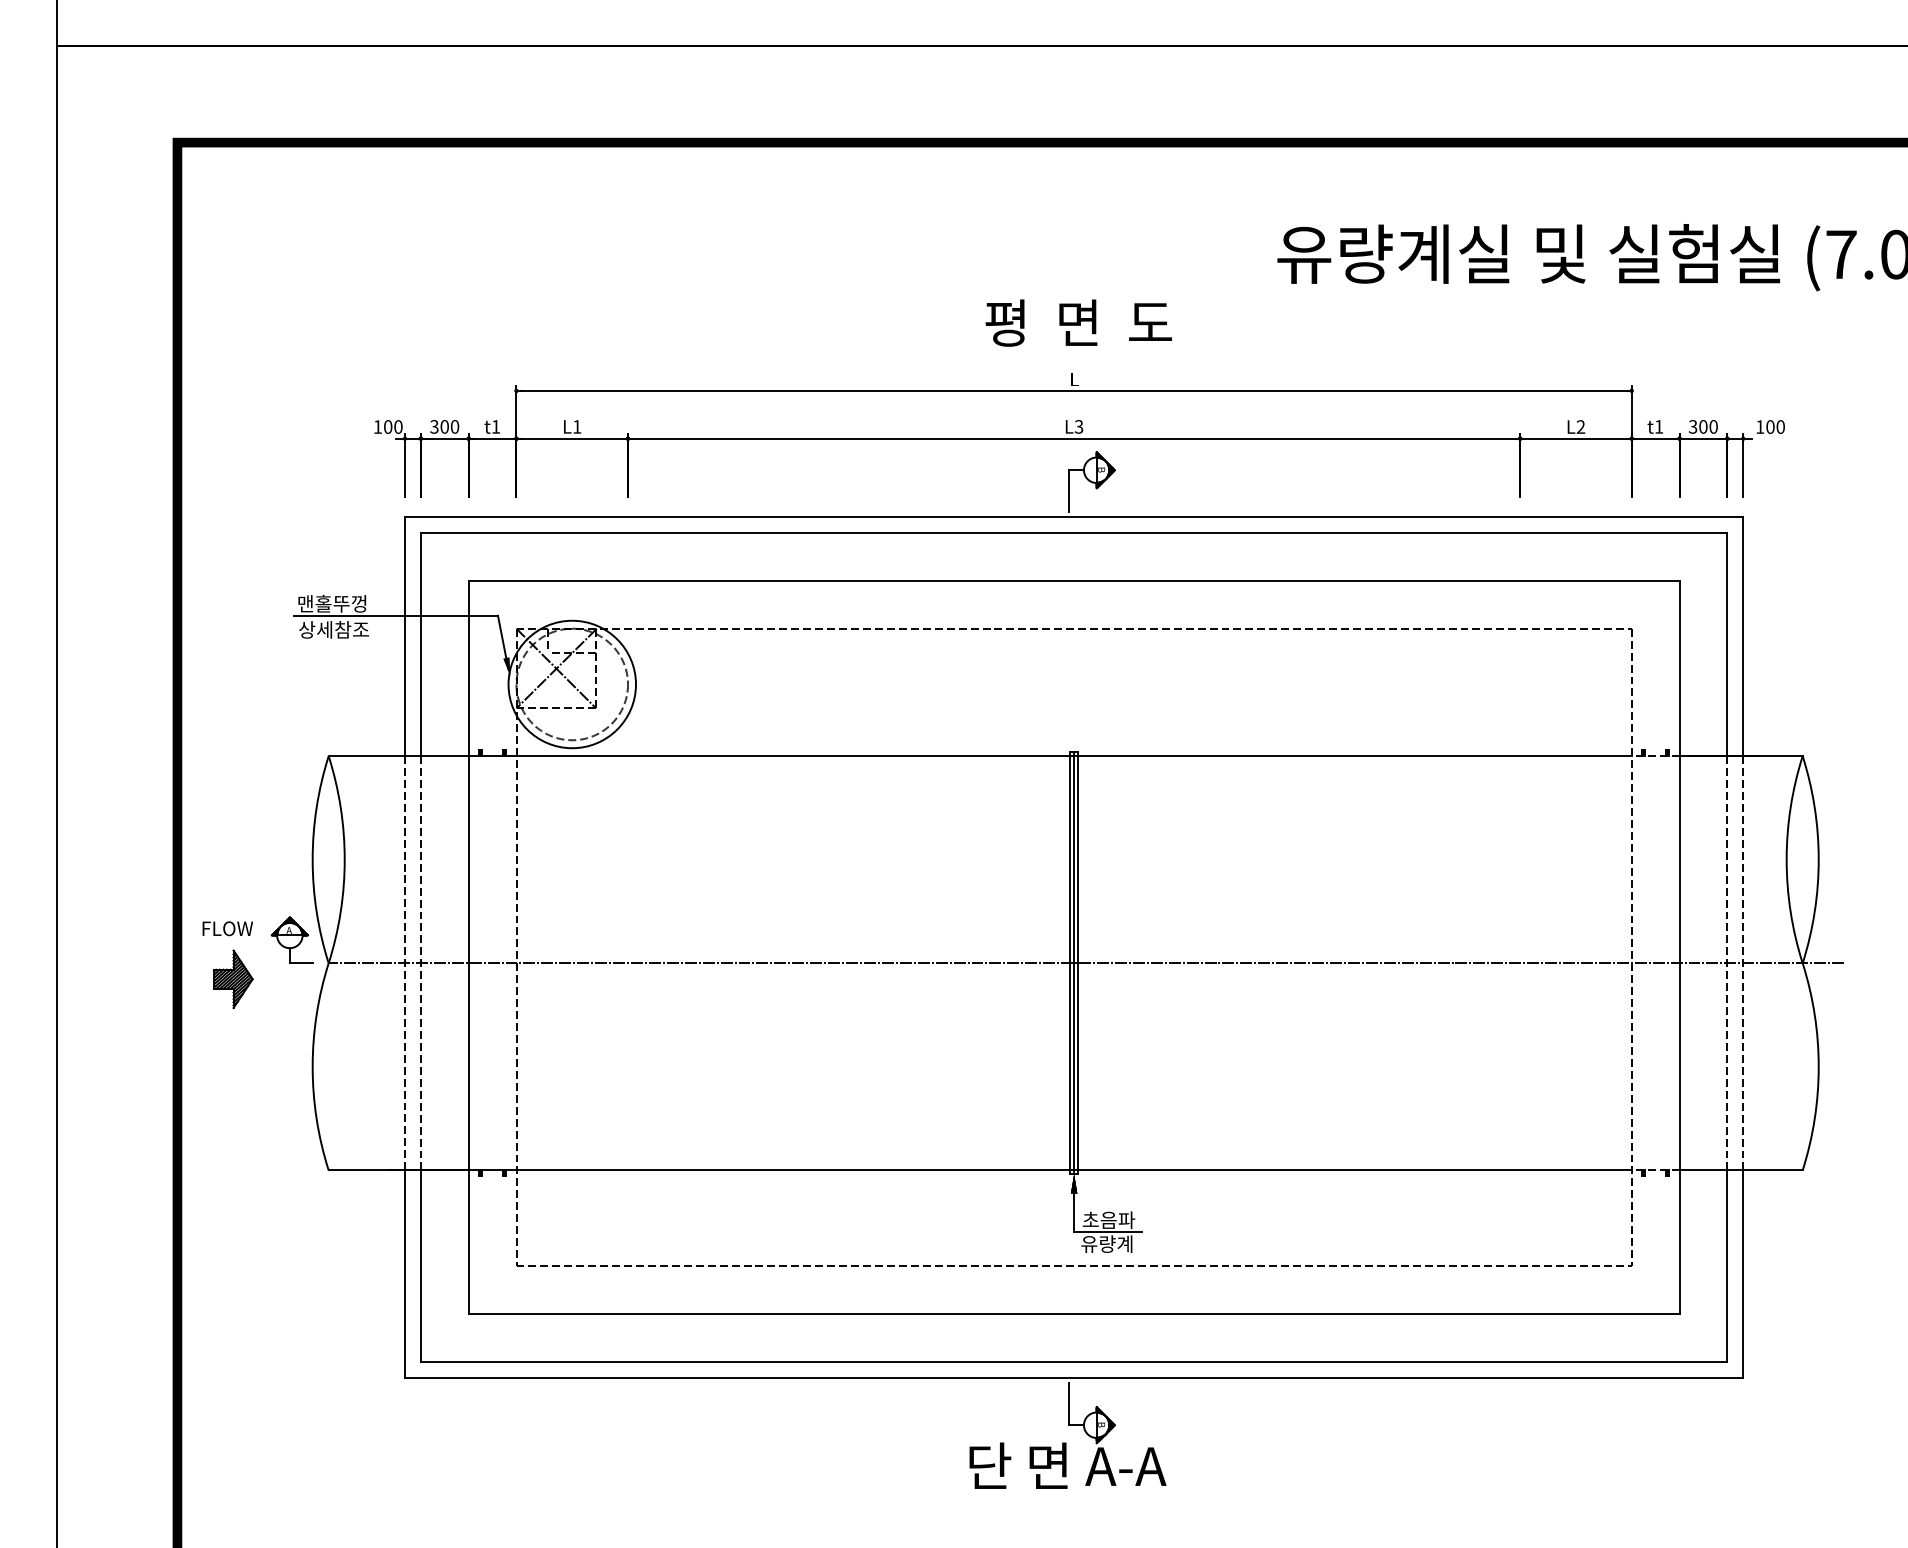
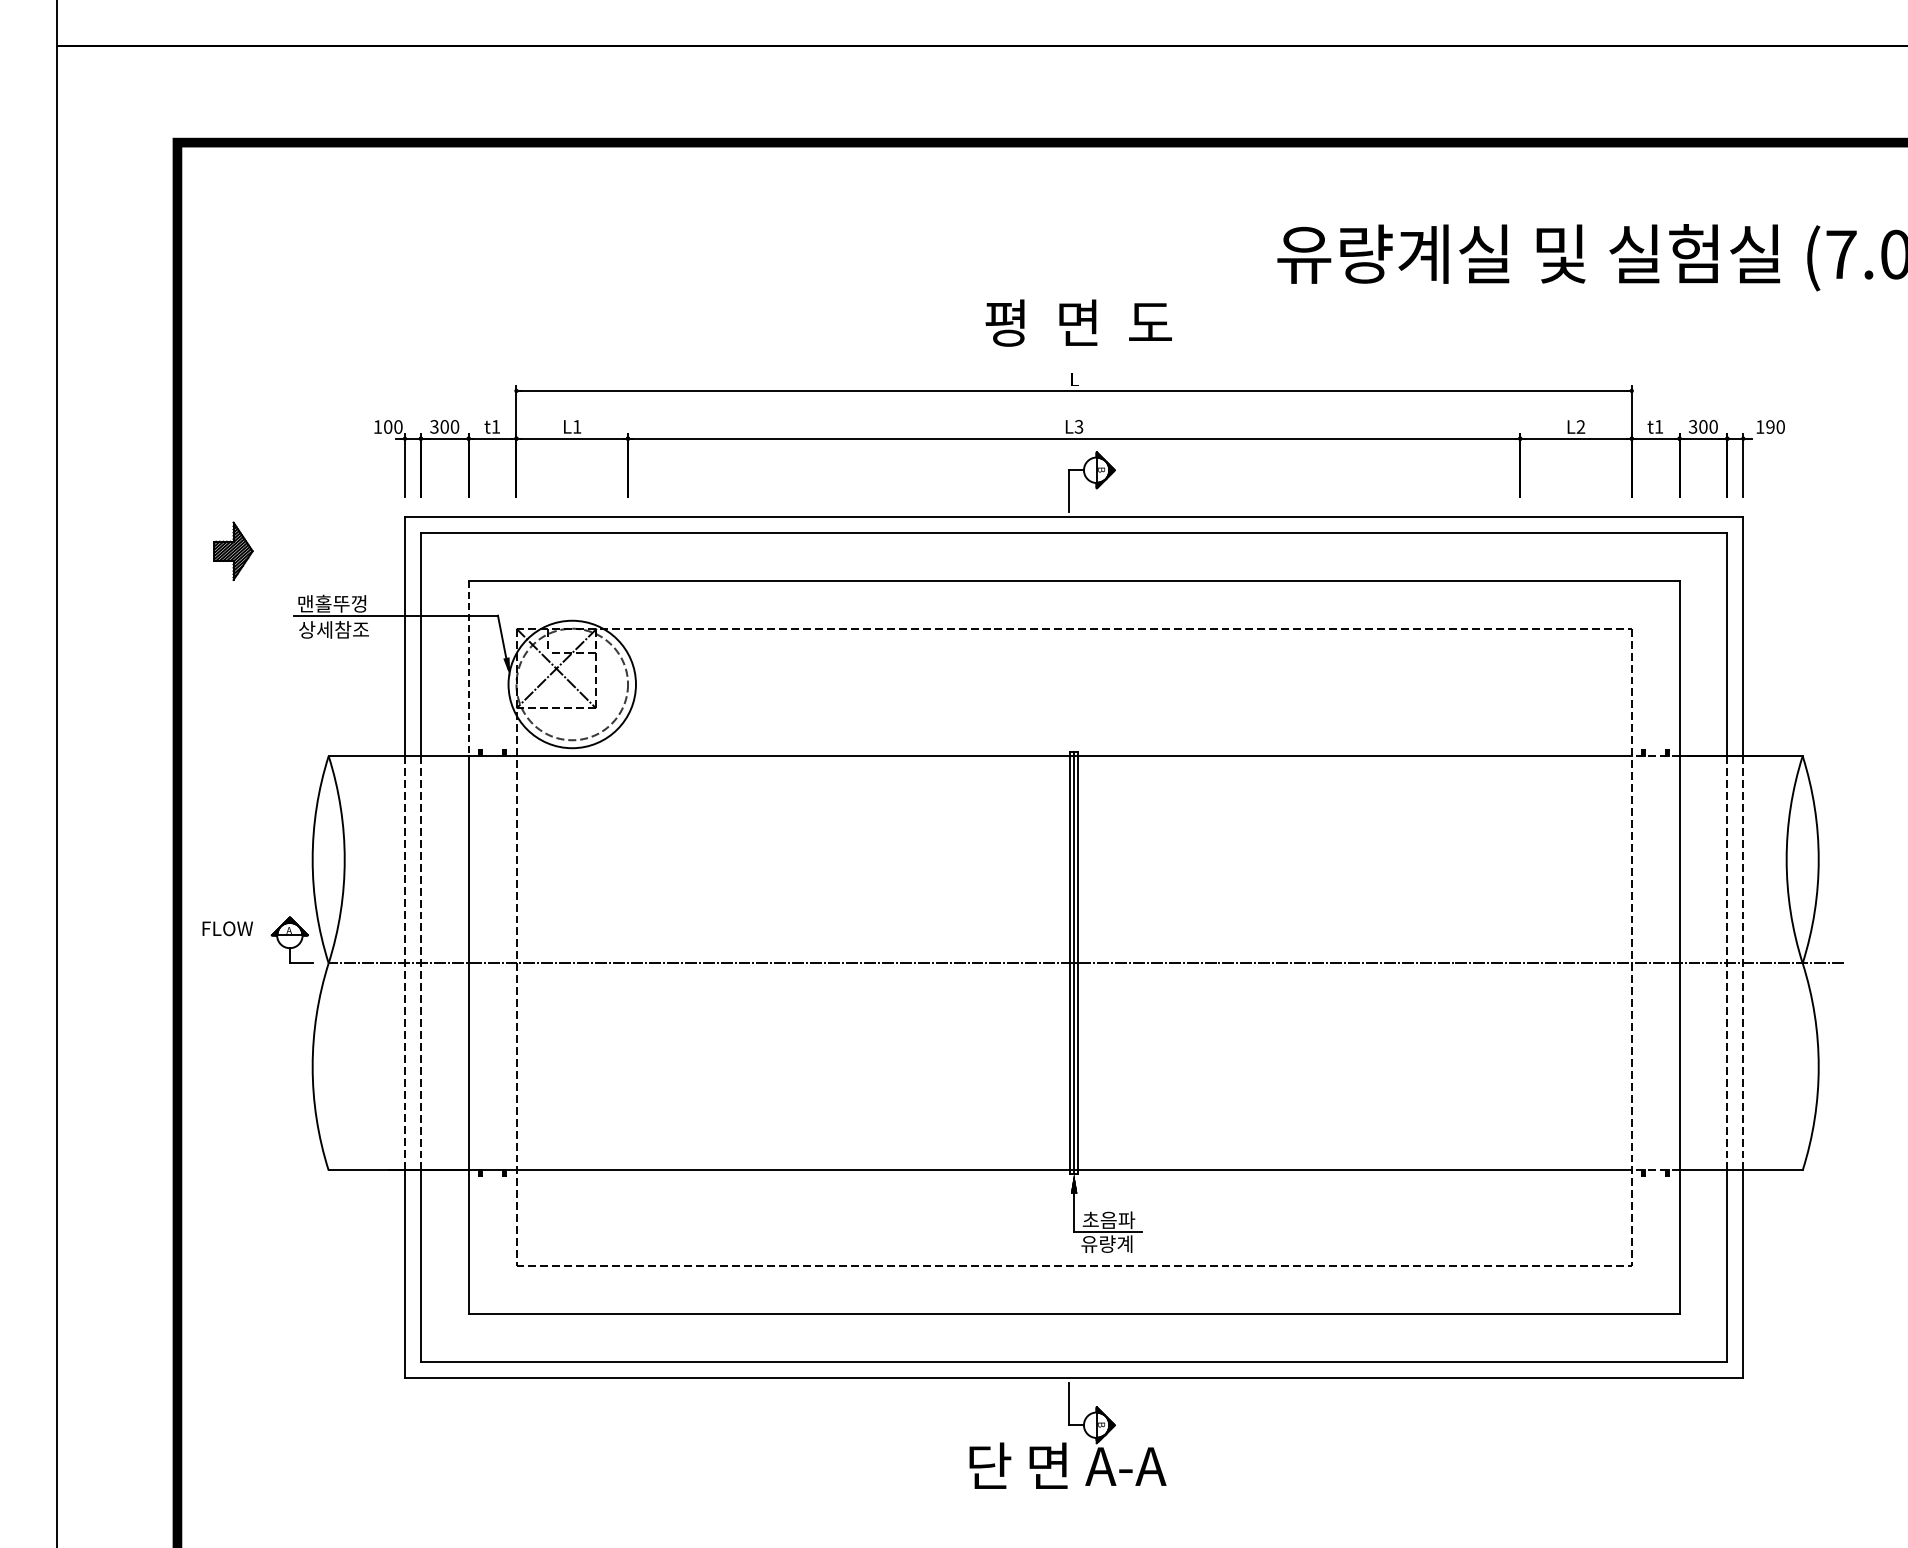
text at (1770, 426): 100 -> 190
line at (468, 668): solid -> dashed
part at (233, 978) position: (233, 978) -> (233, 550)
